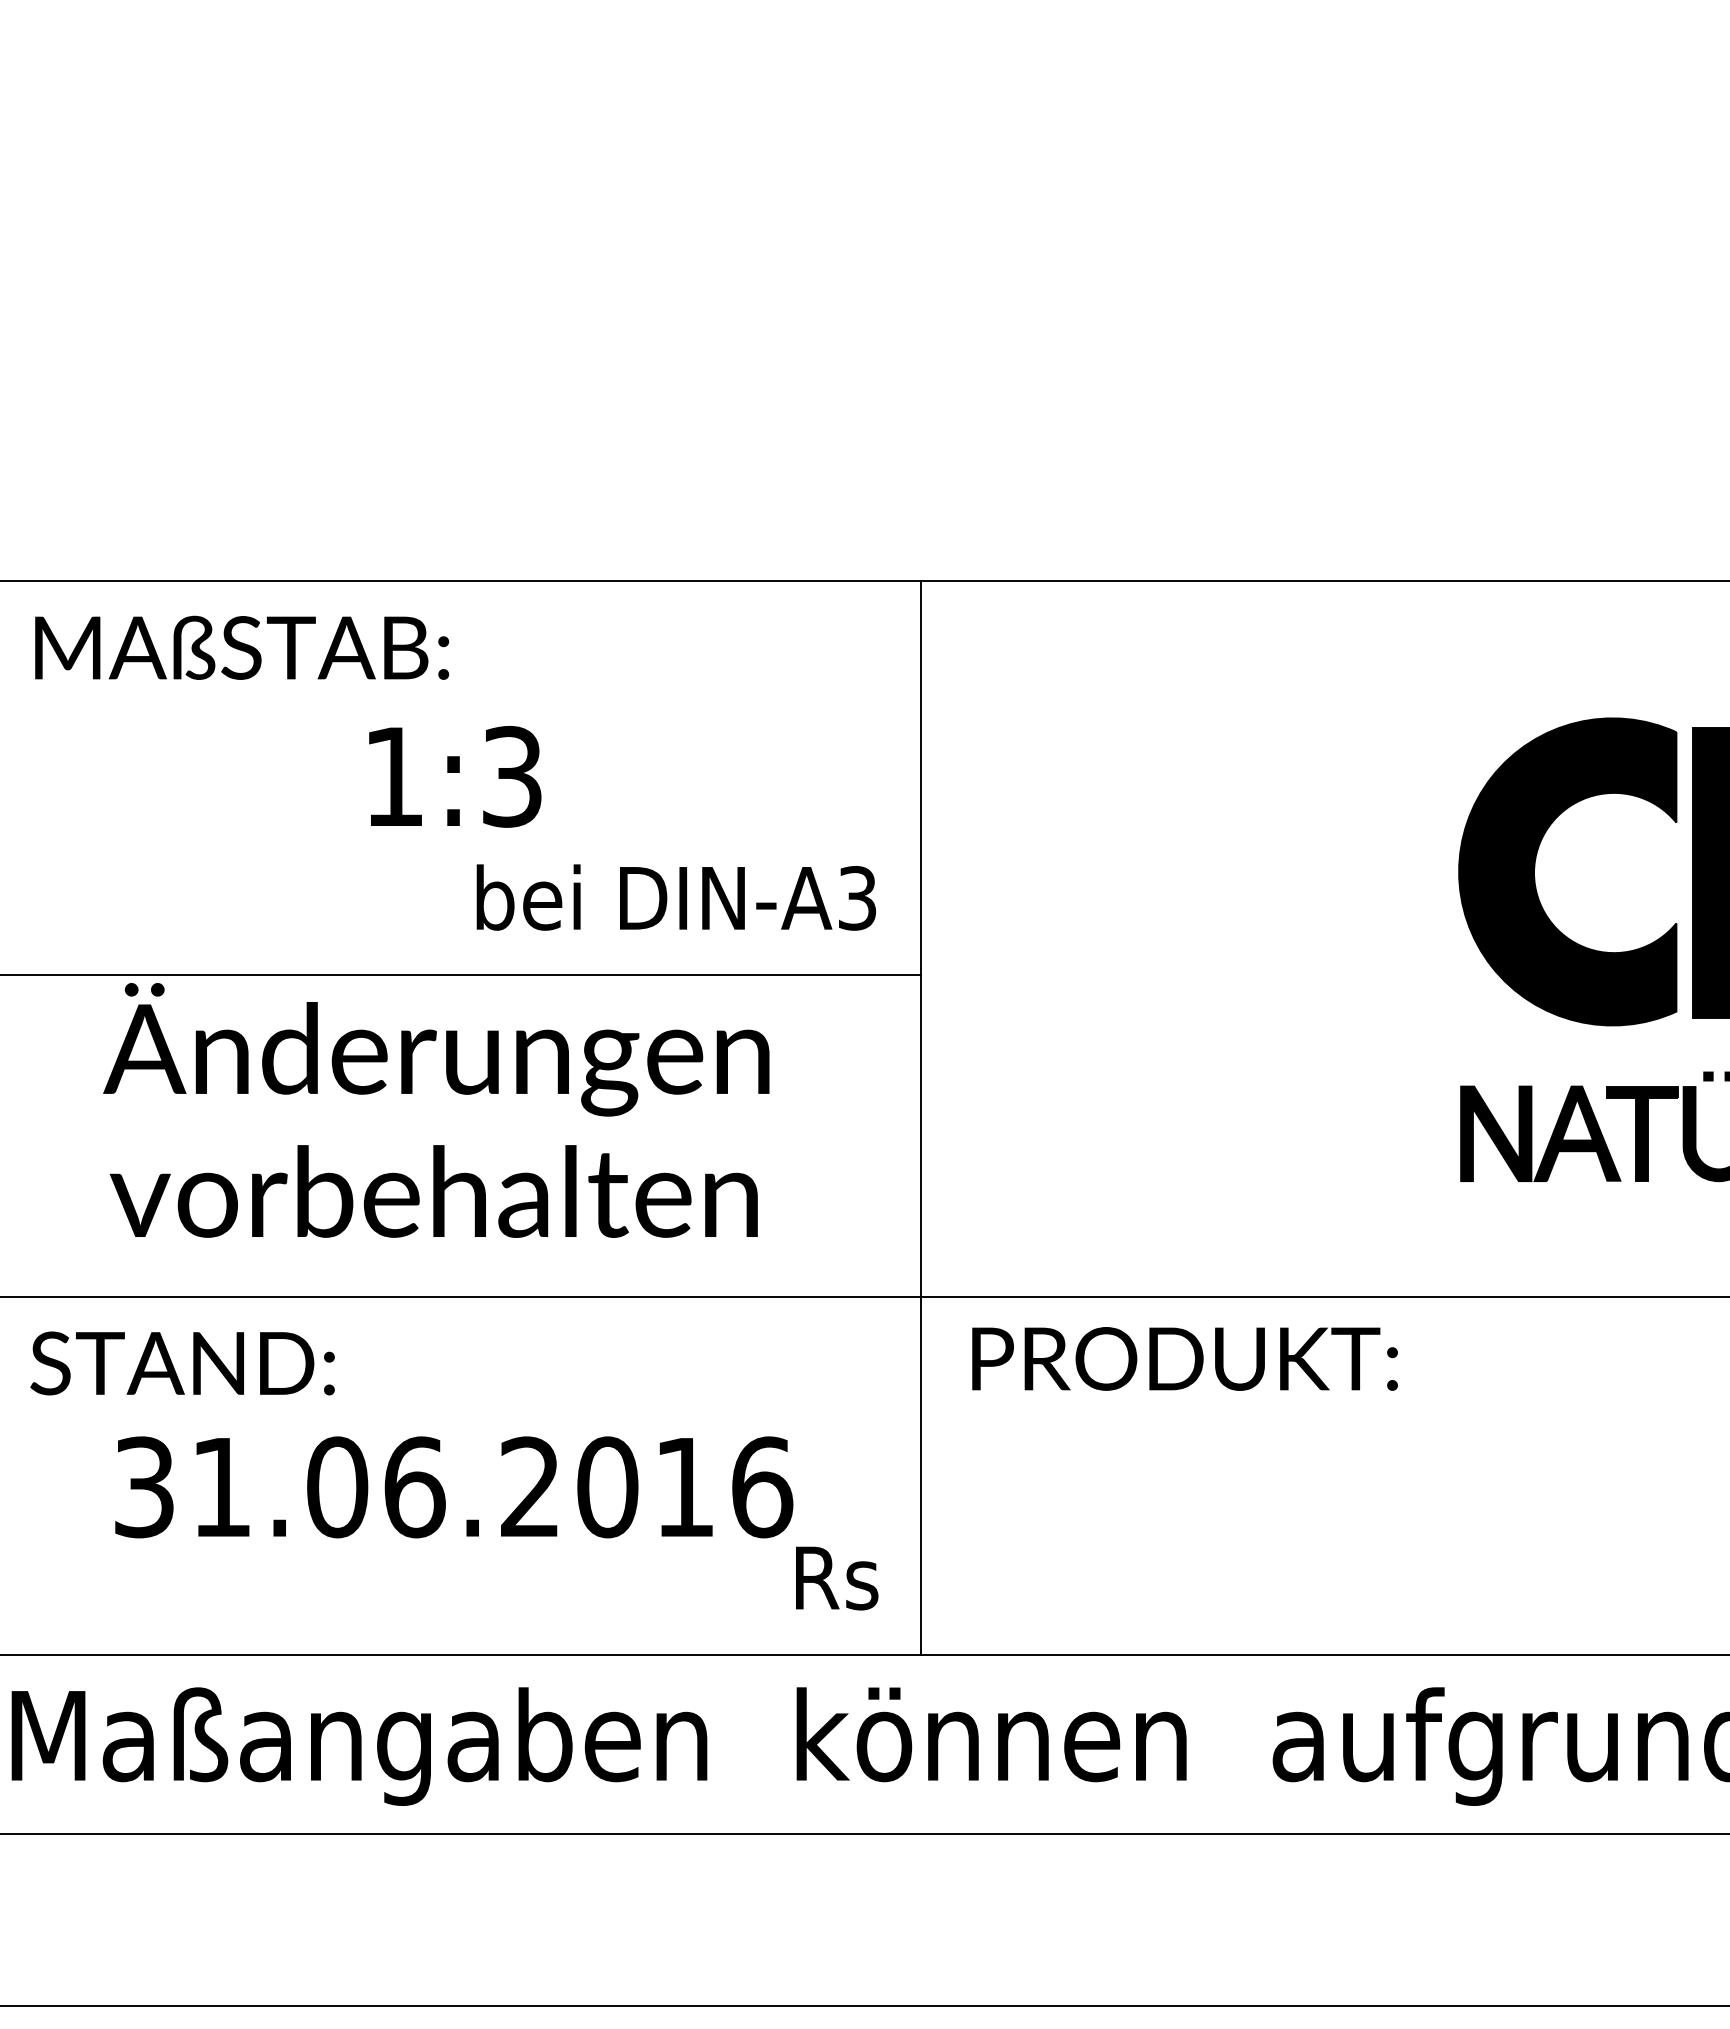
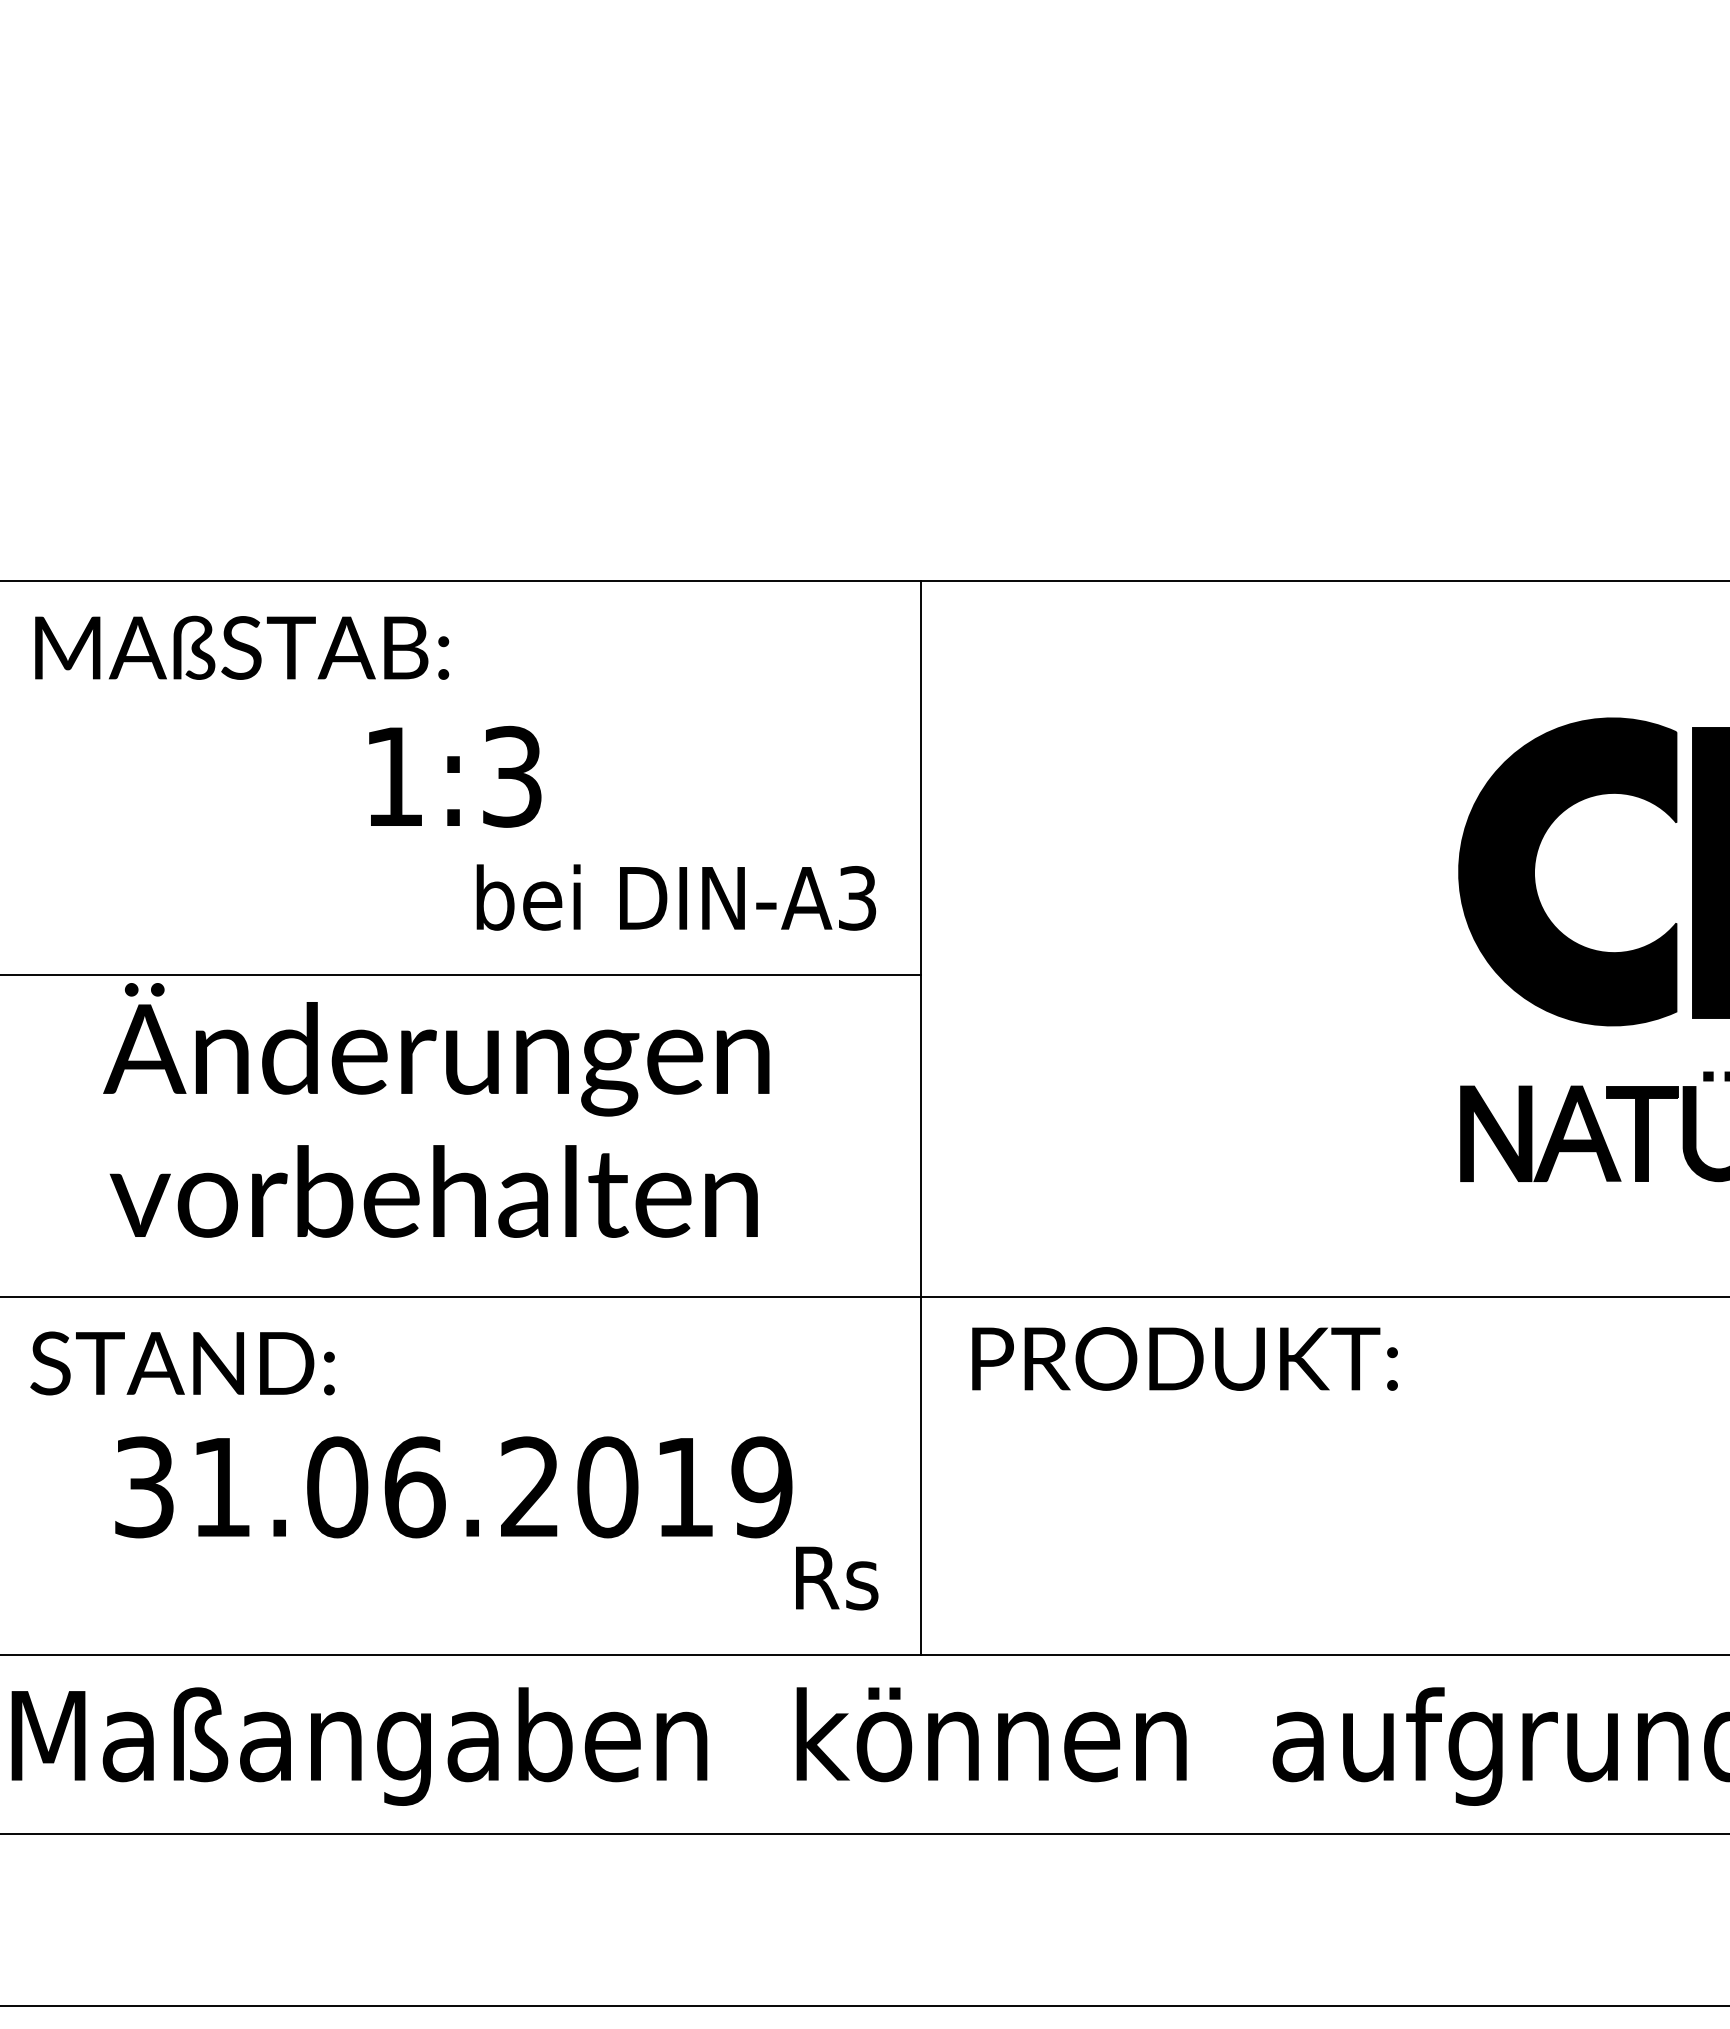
text at (762, 1487): 31.06.2016 -> 31.06.2019
